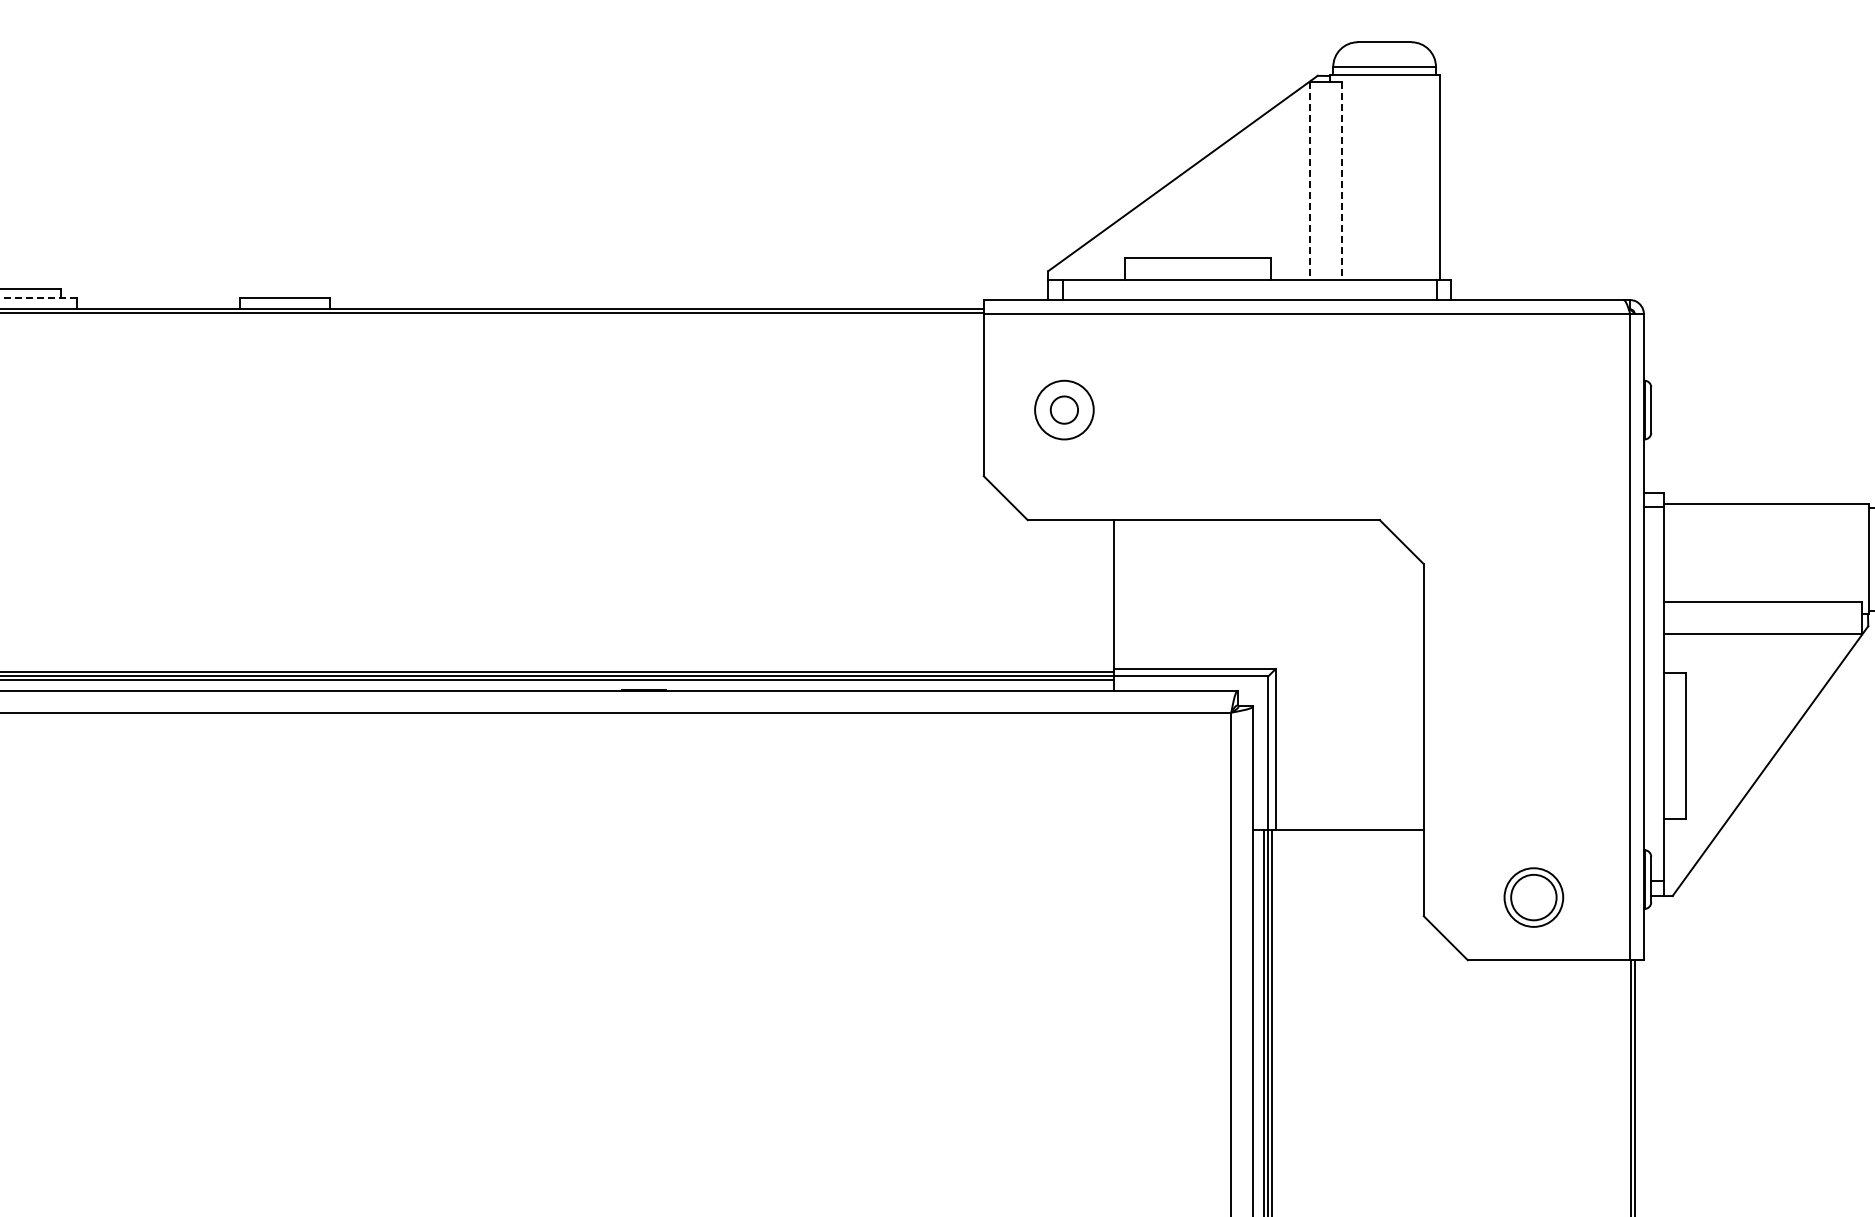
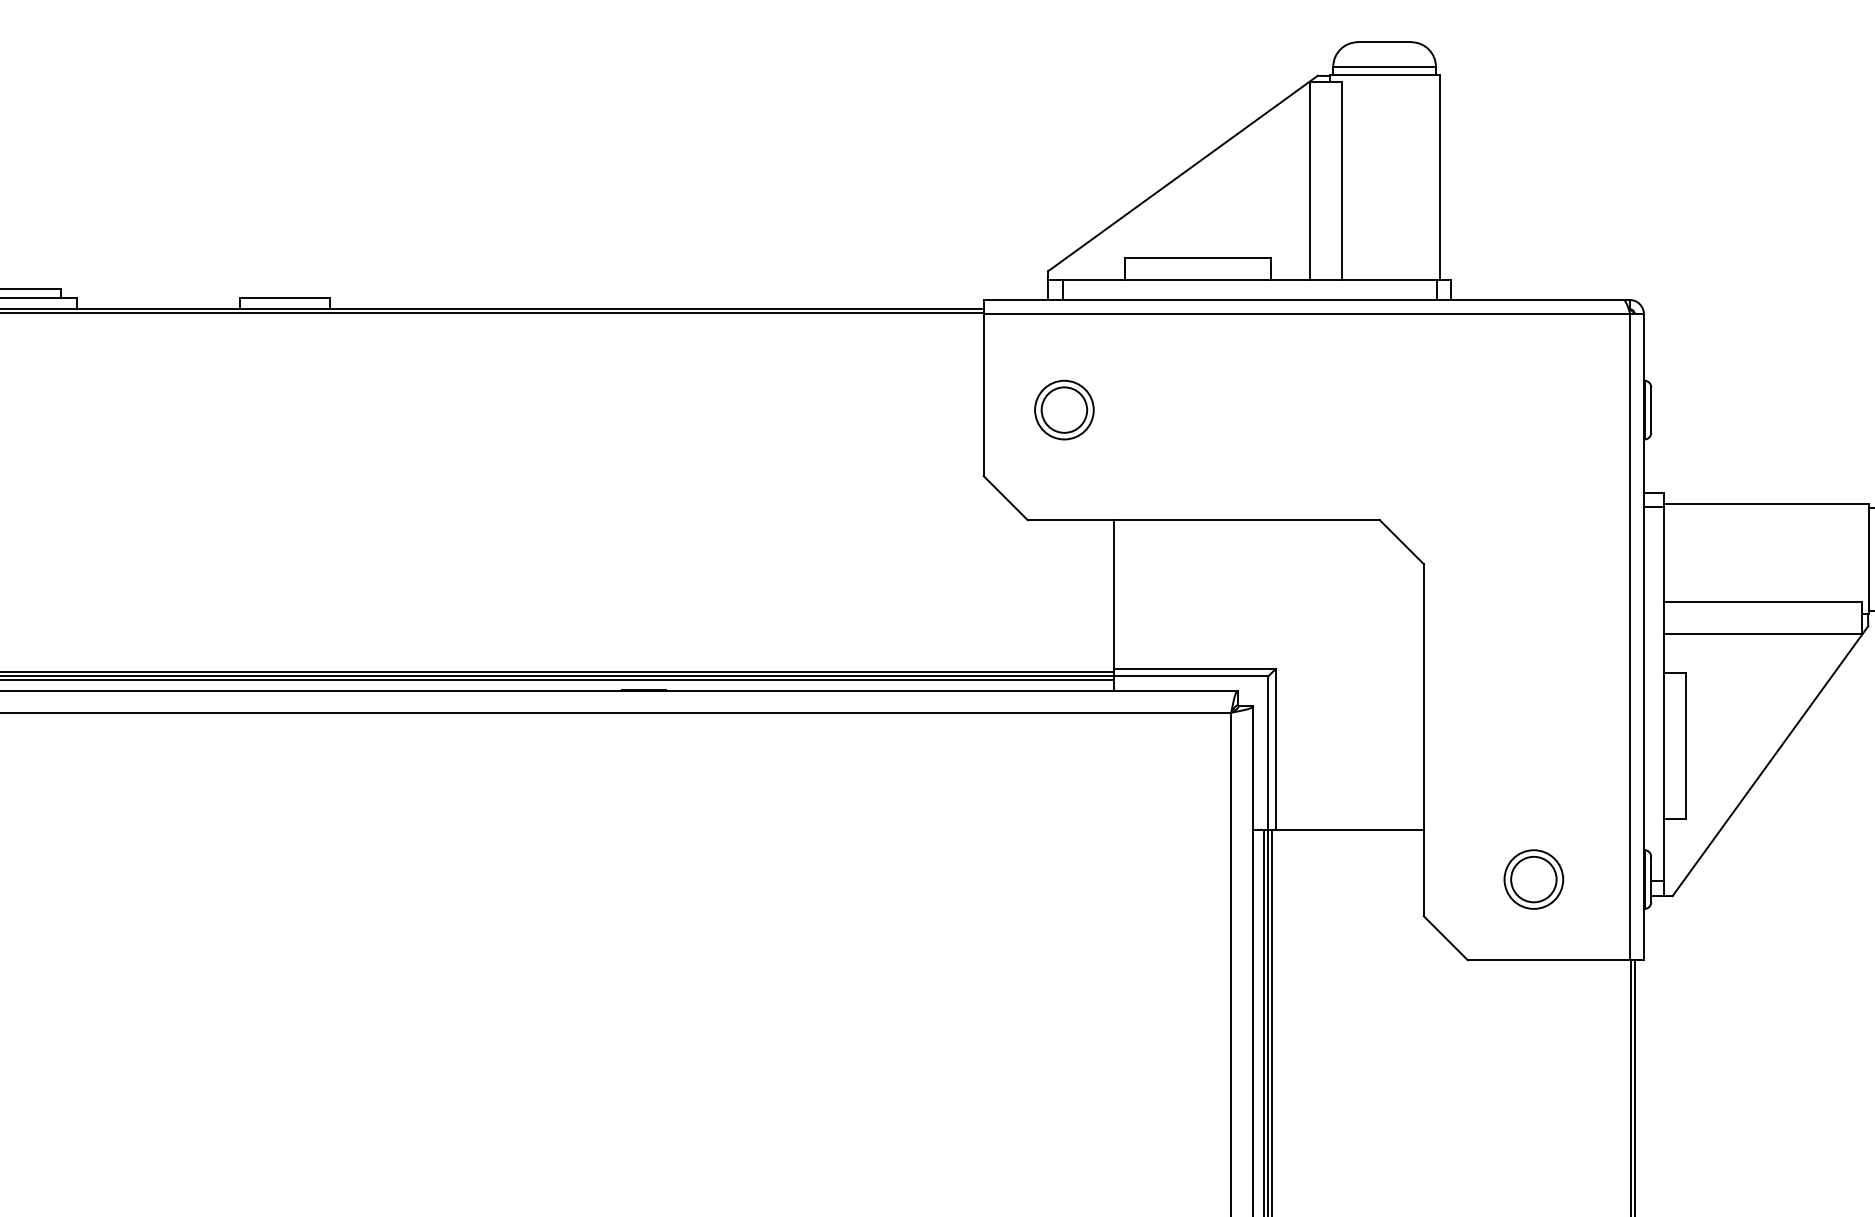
line at (1309, 181): dashed -> solid
line at (1341, 181): dashed -> solid
line at (38, 298): dashed -> solid
circle at (1064, 409) diameter: 27 px -> 45 px
part at (1533, 897) position: (1533, 897) -> (1533, 879)
